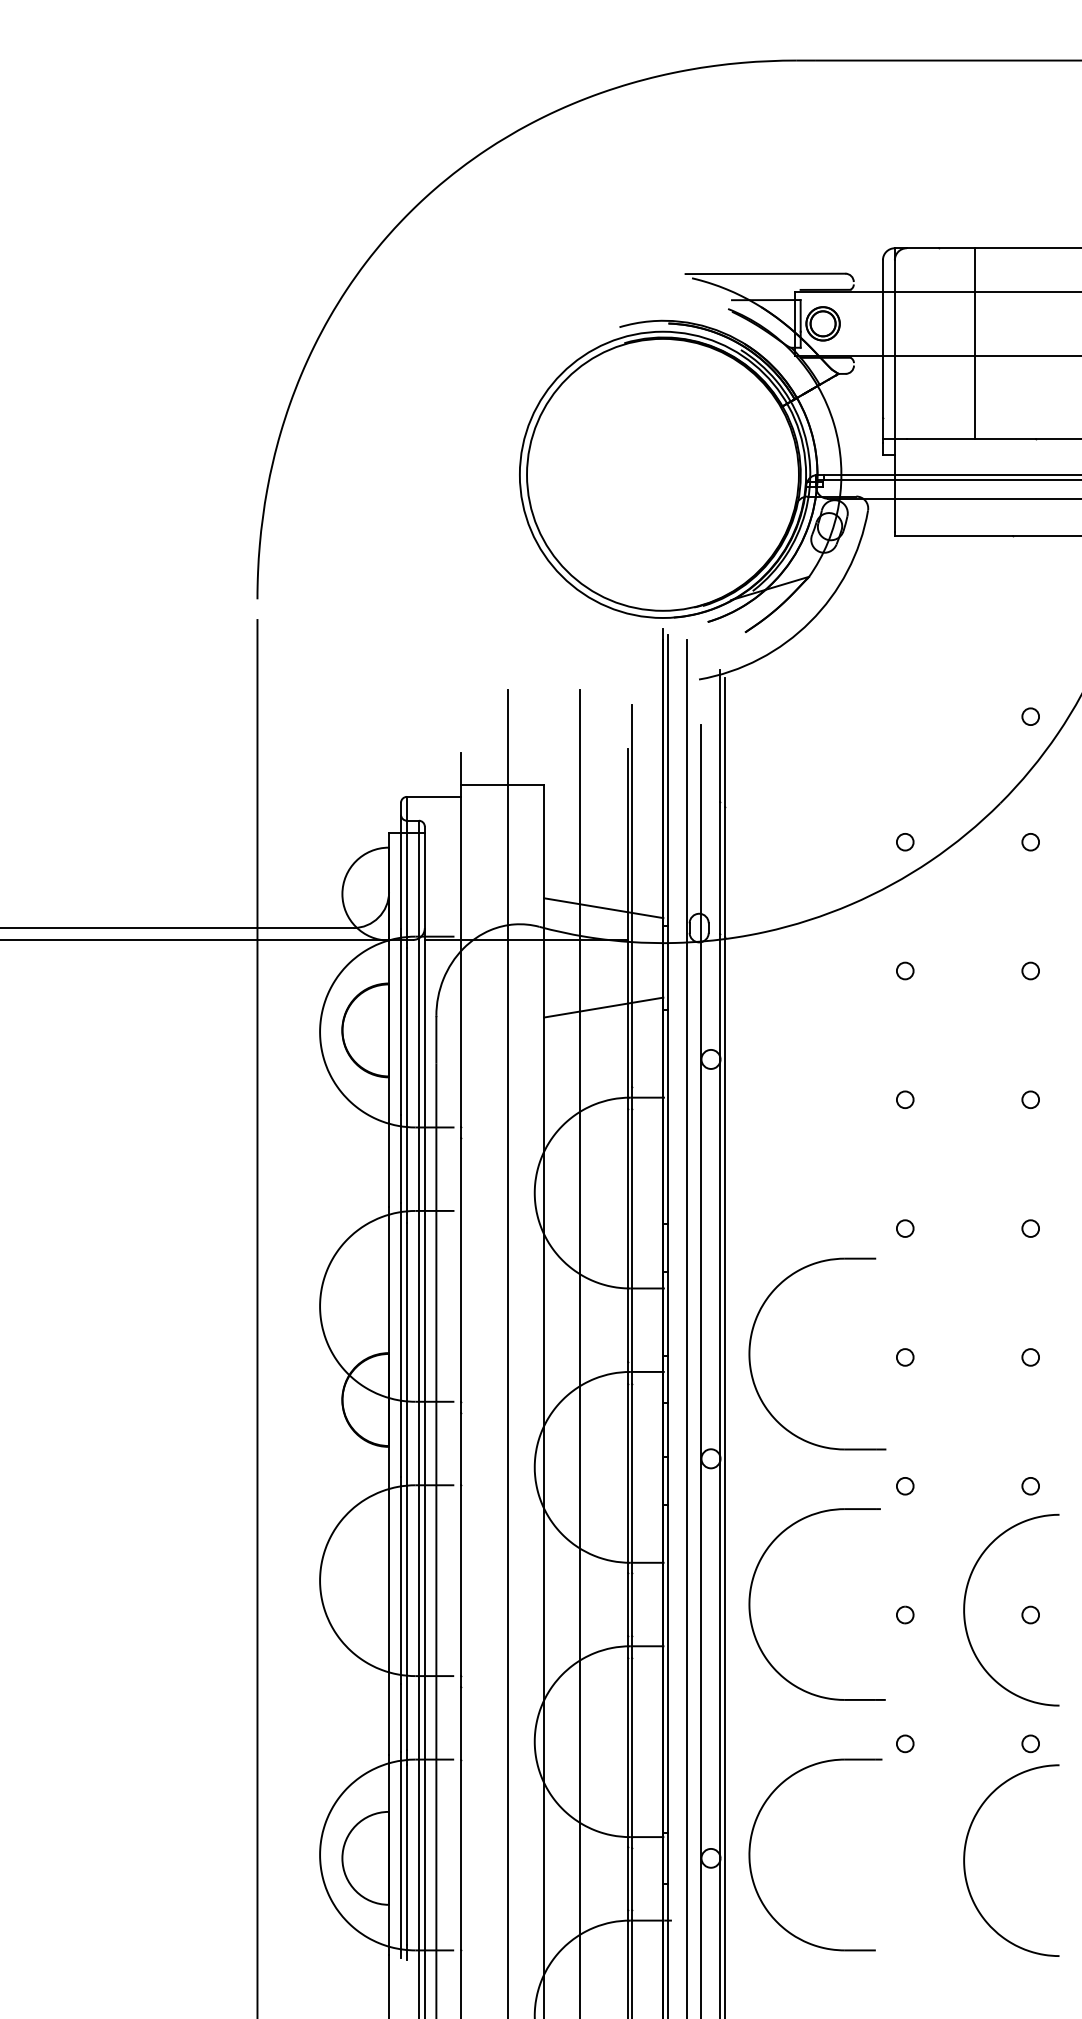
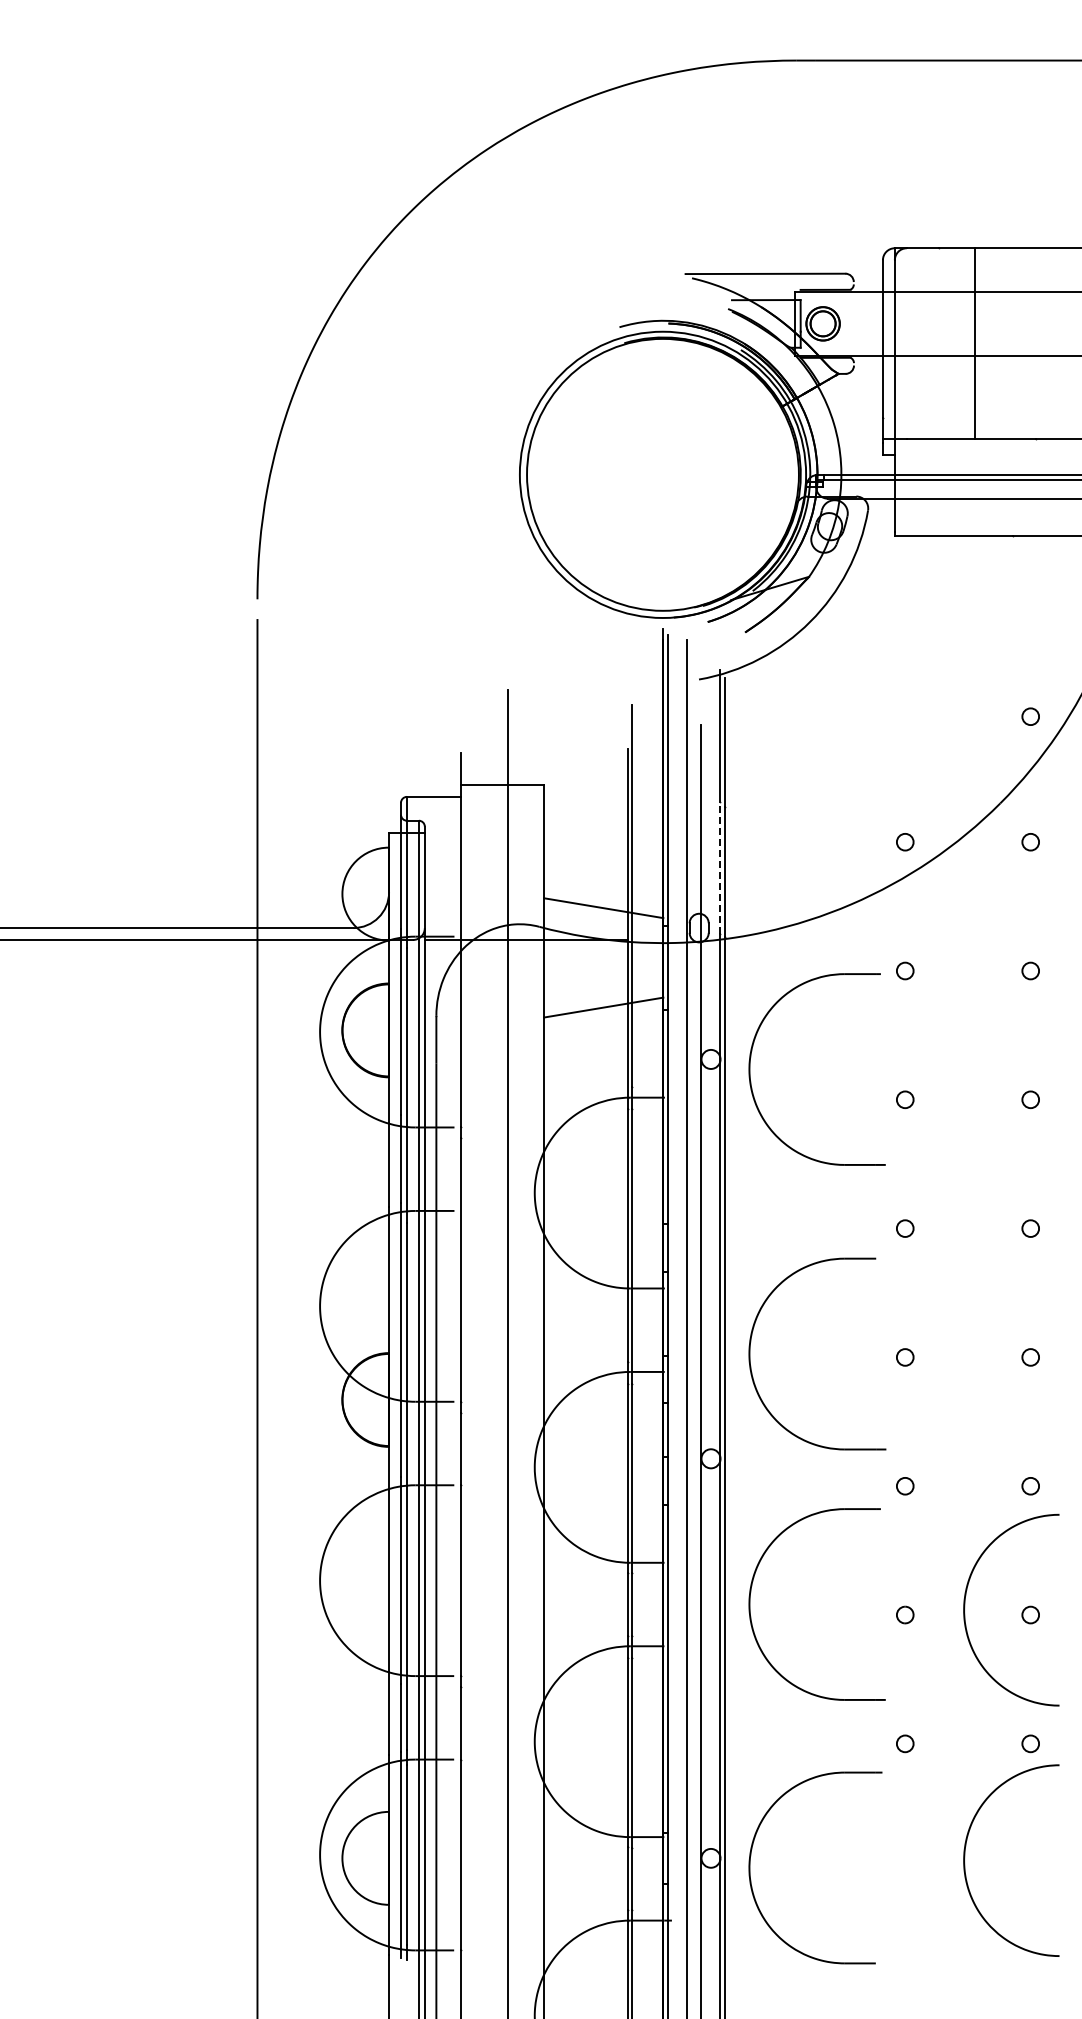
line at (720, 867): solid -> dashed
part at (750, 1069): none -> present
line at (579, 1352): present -> none
part at (750, 1854) position: (750, 1854) -> (750, 1867)
